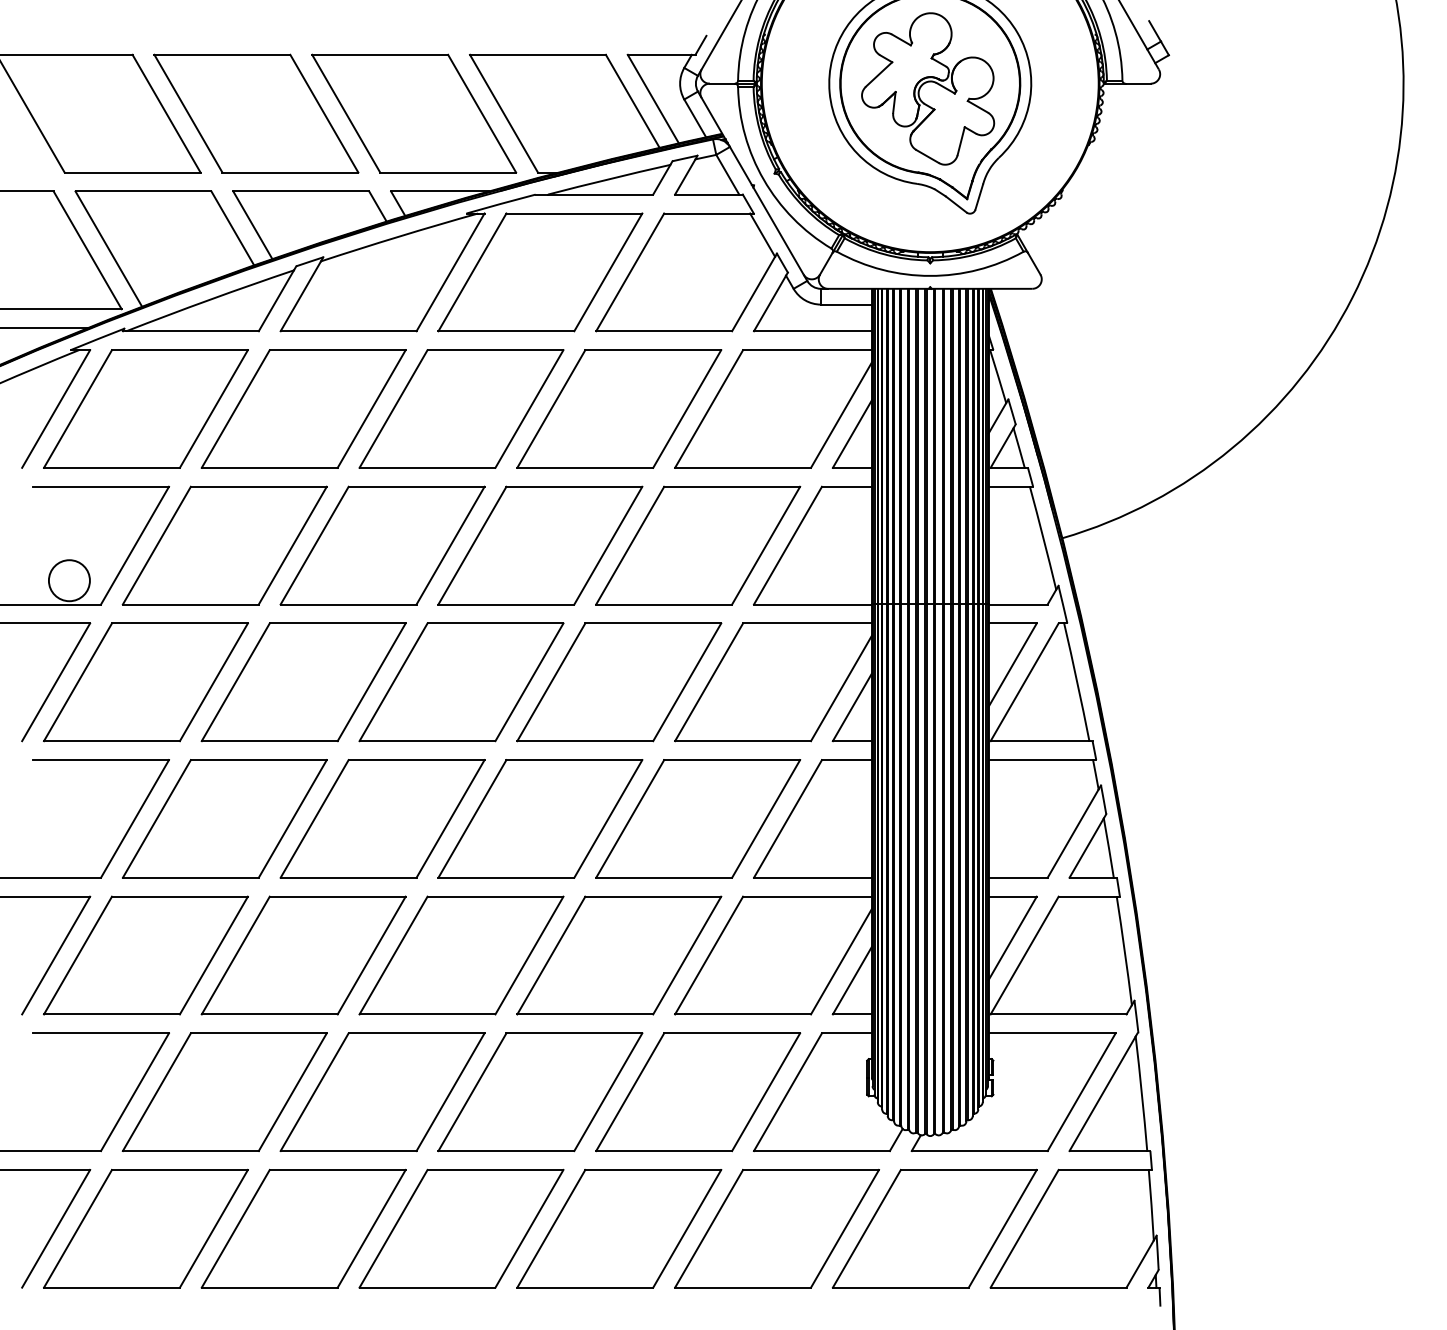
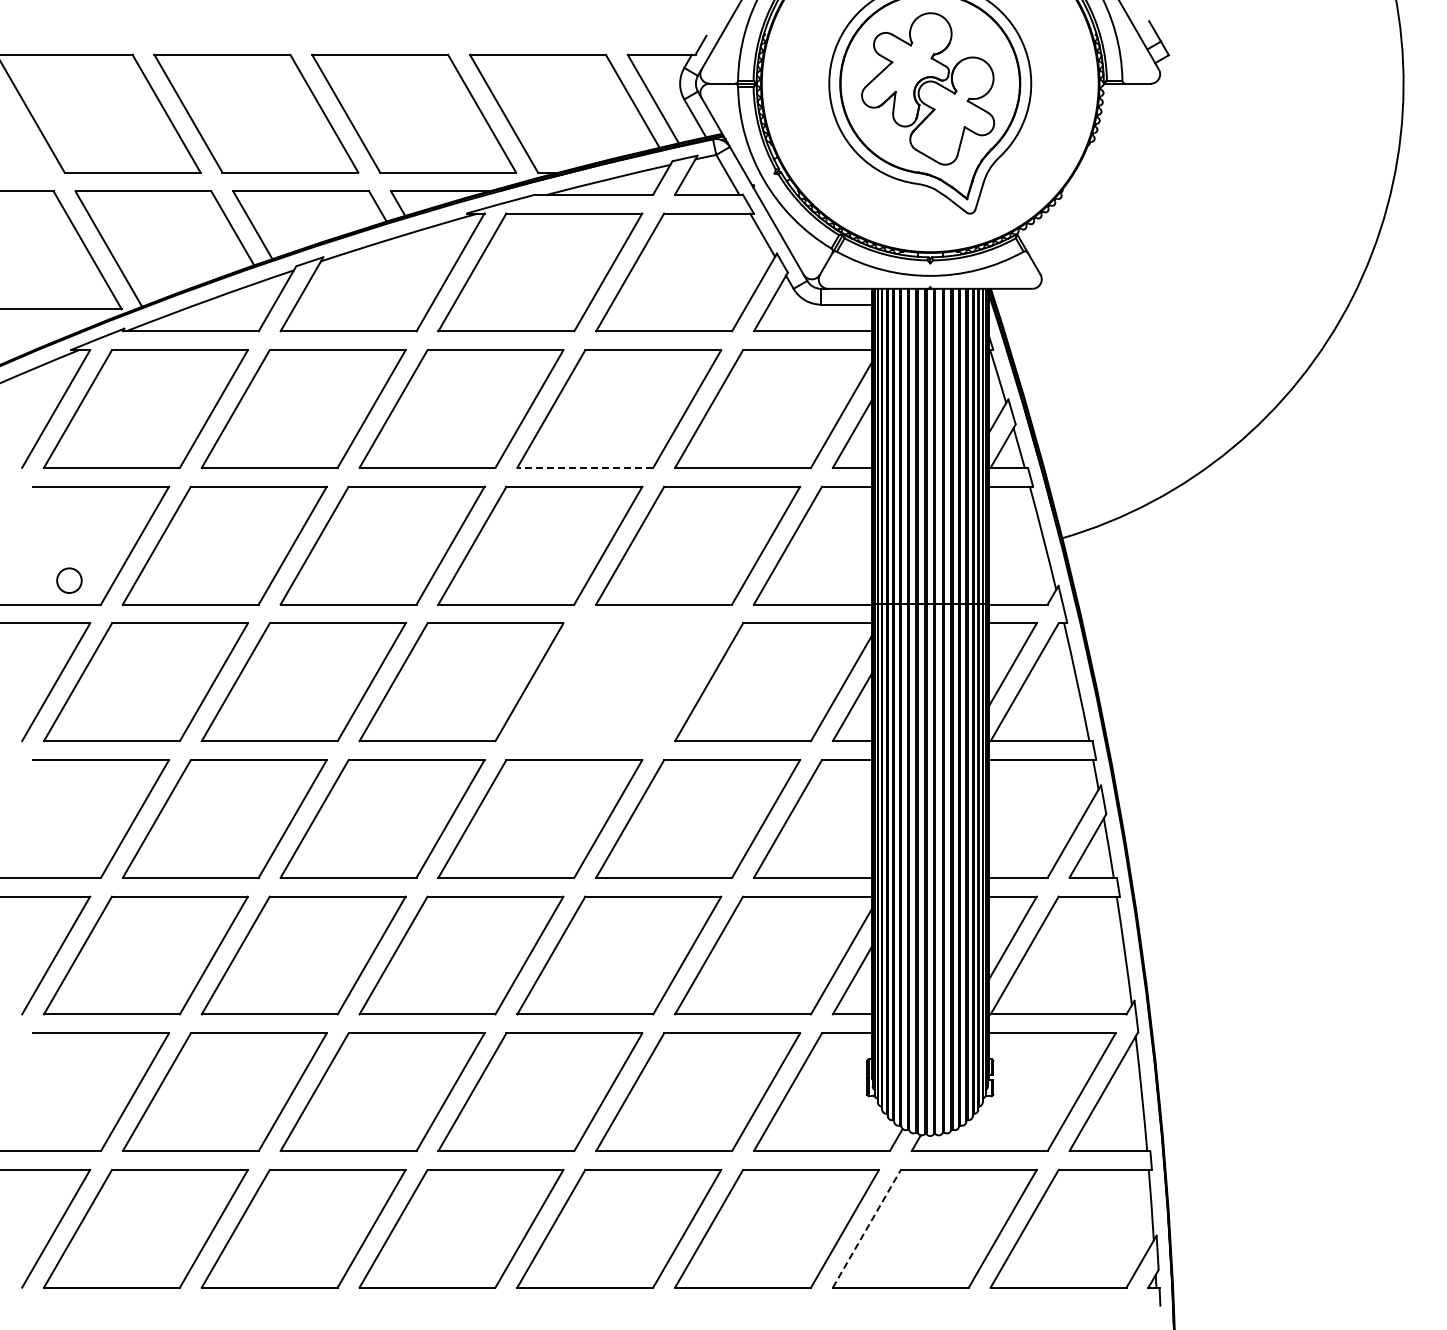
line at (44, 328): present -> none
line at (585, 467): solid -> dashed
circle at (68, 580) diameter: 41 px -> 25 px
part at (619, 682): present -> none
line at (866, 1228): solid -> dashed
